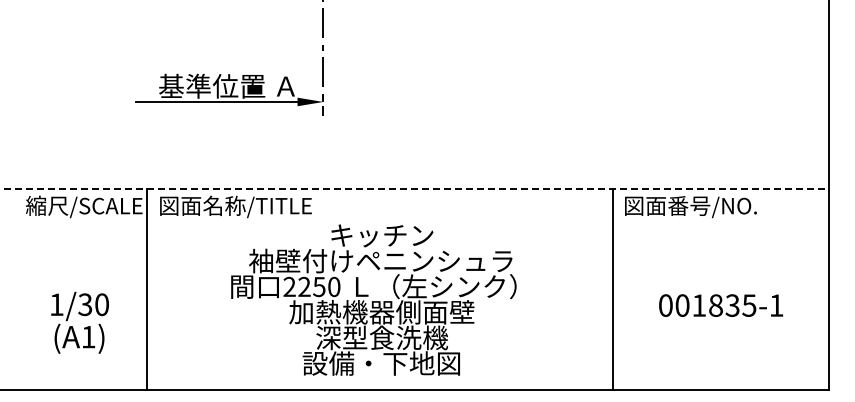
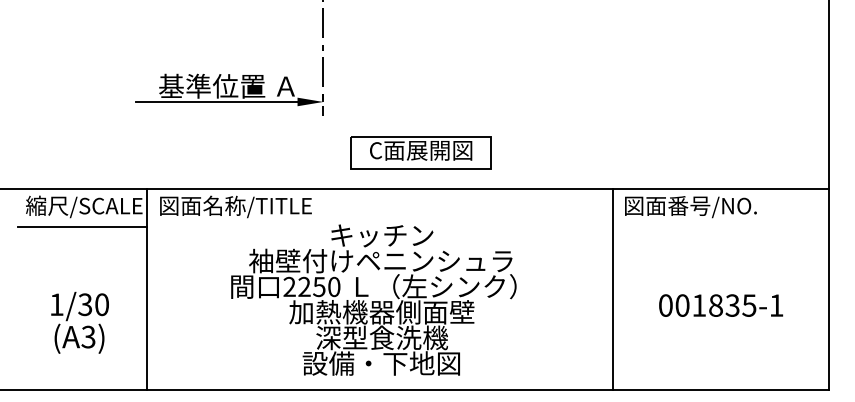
part at (420, 152): none -> present
line at (415, 189): dashed -> solid
line at (82, 227): none -> present
text at (88, 336): (A1) -> (A3)
